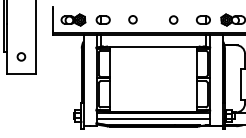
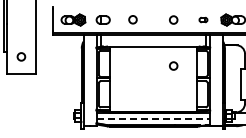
part at (203, 19) size: 15x10 px -> 11x8 px
circle at (173, 65): none -> present
line at (153, 119): solid -> dashed
